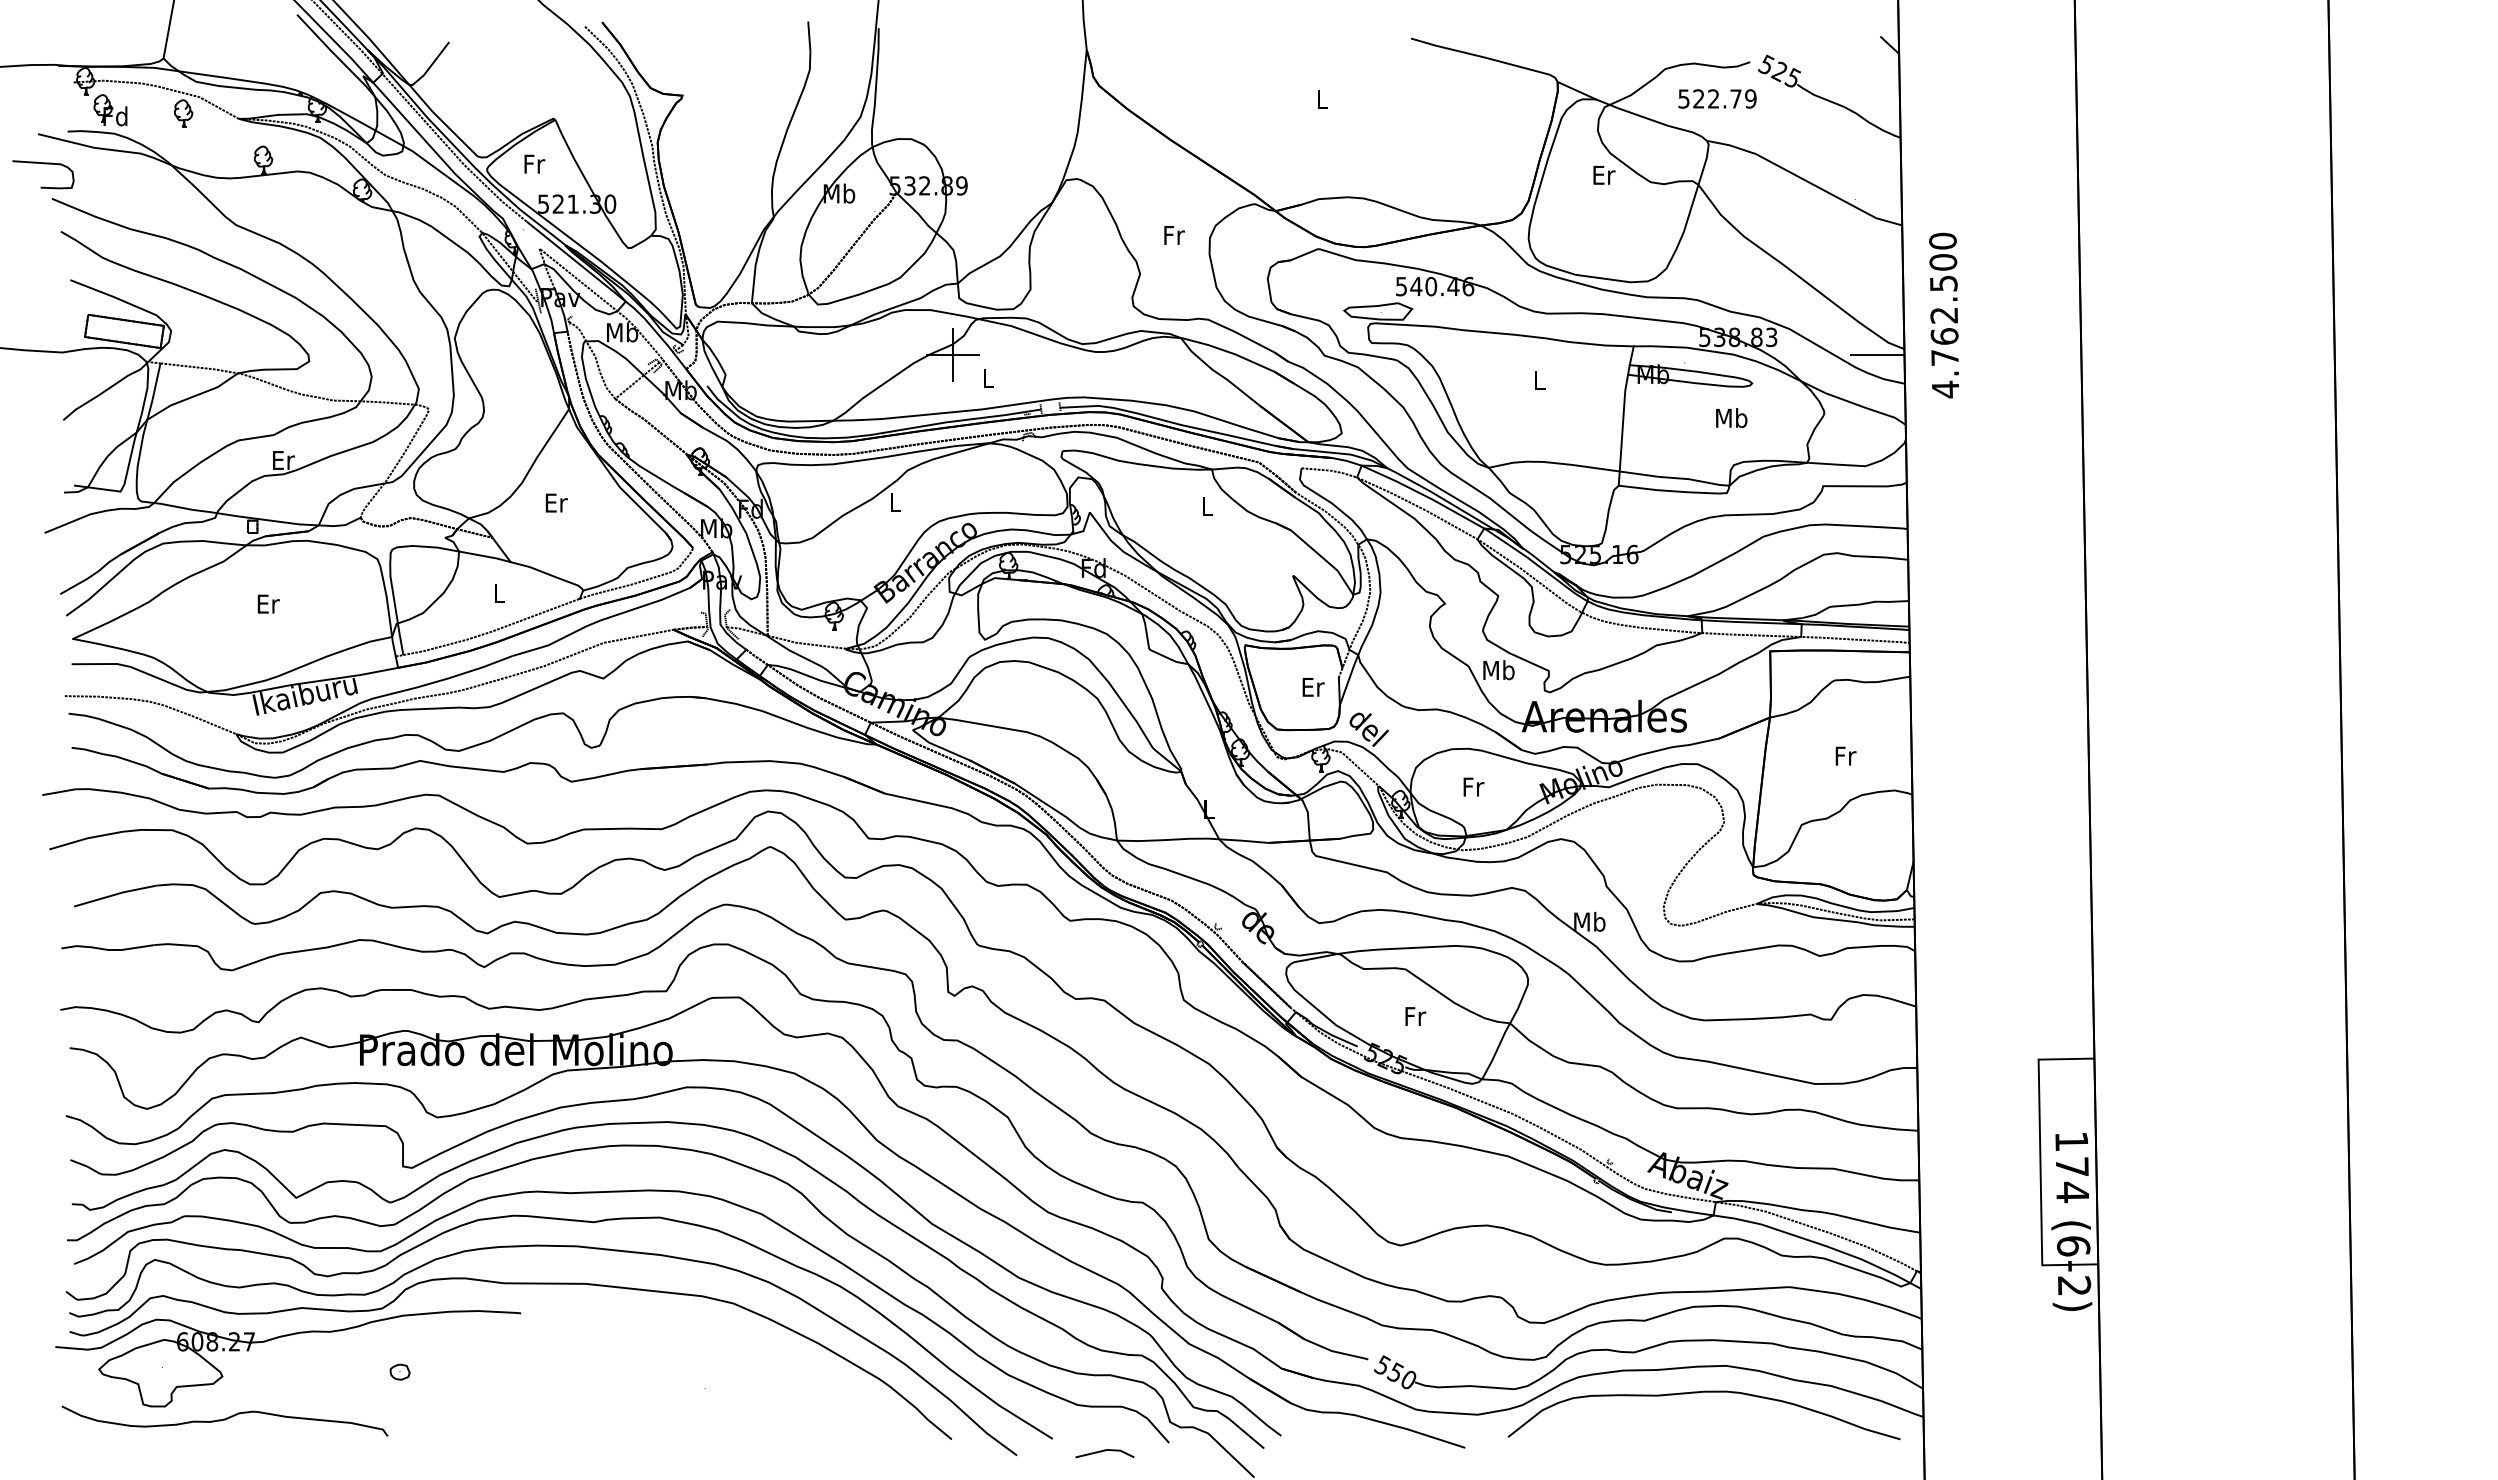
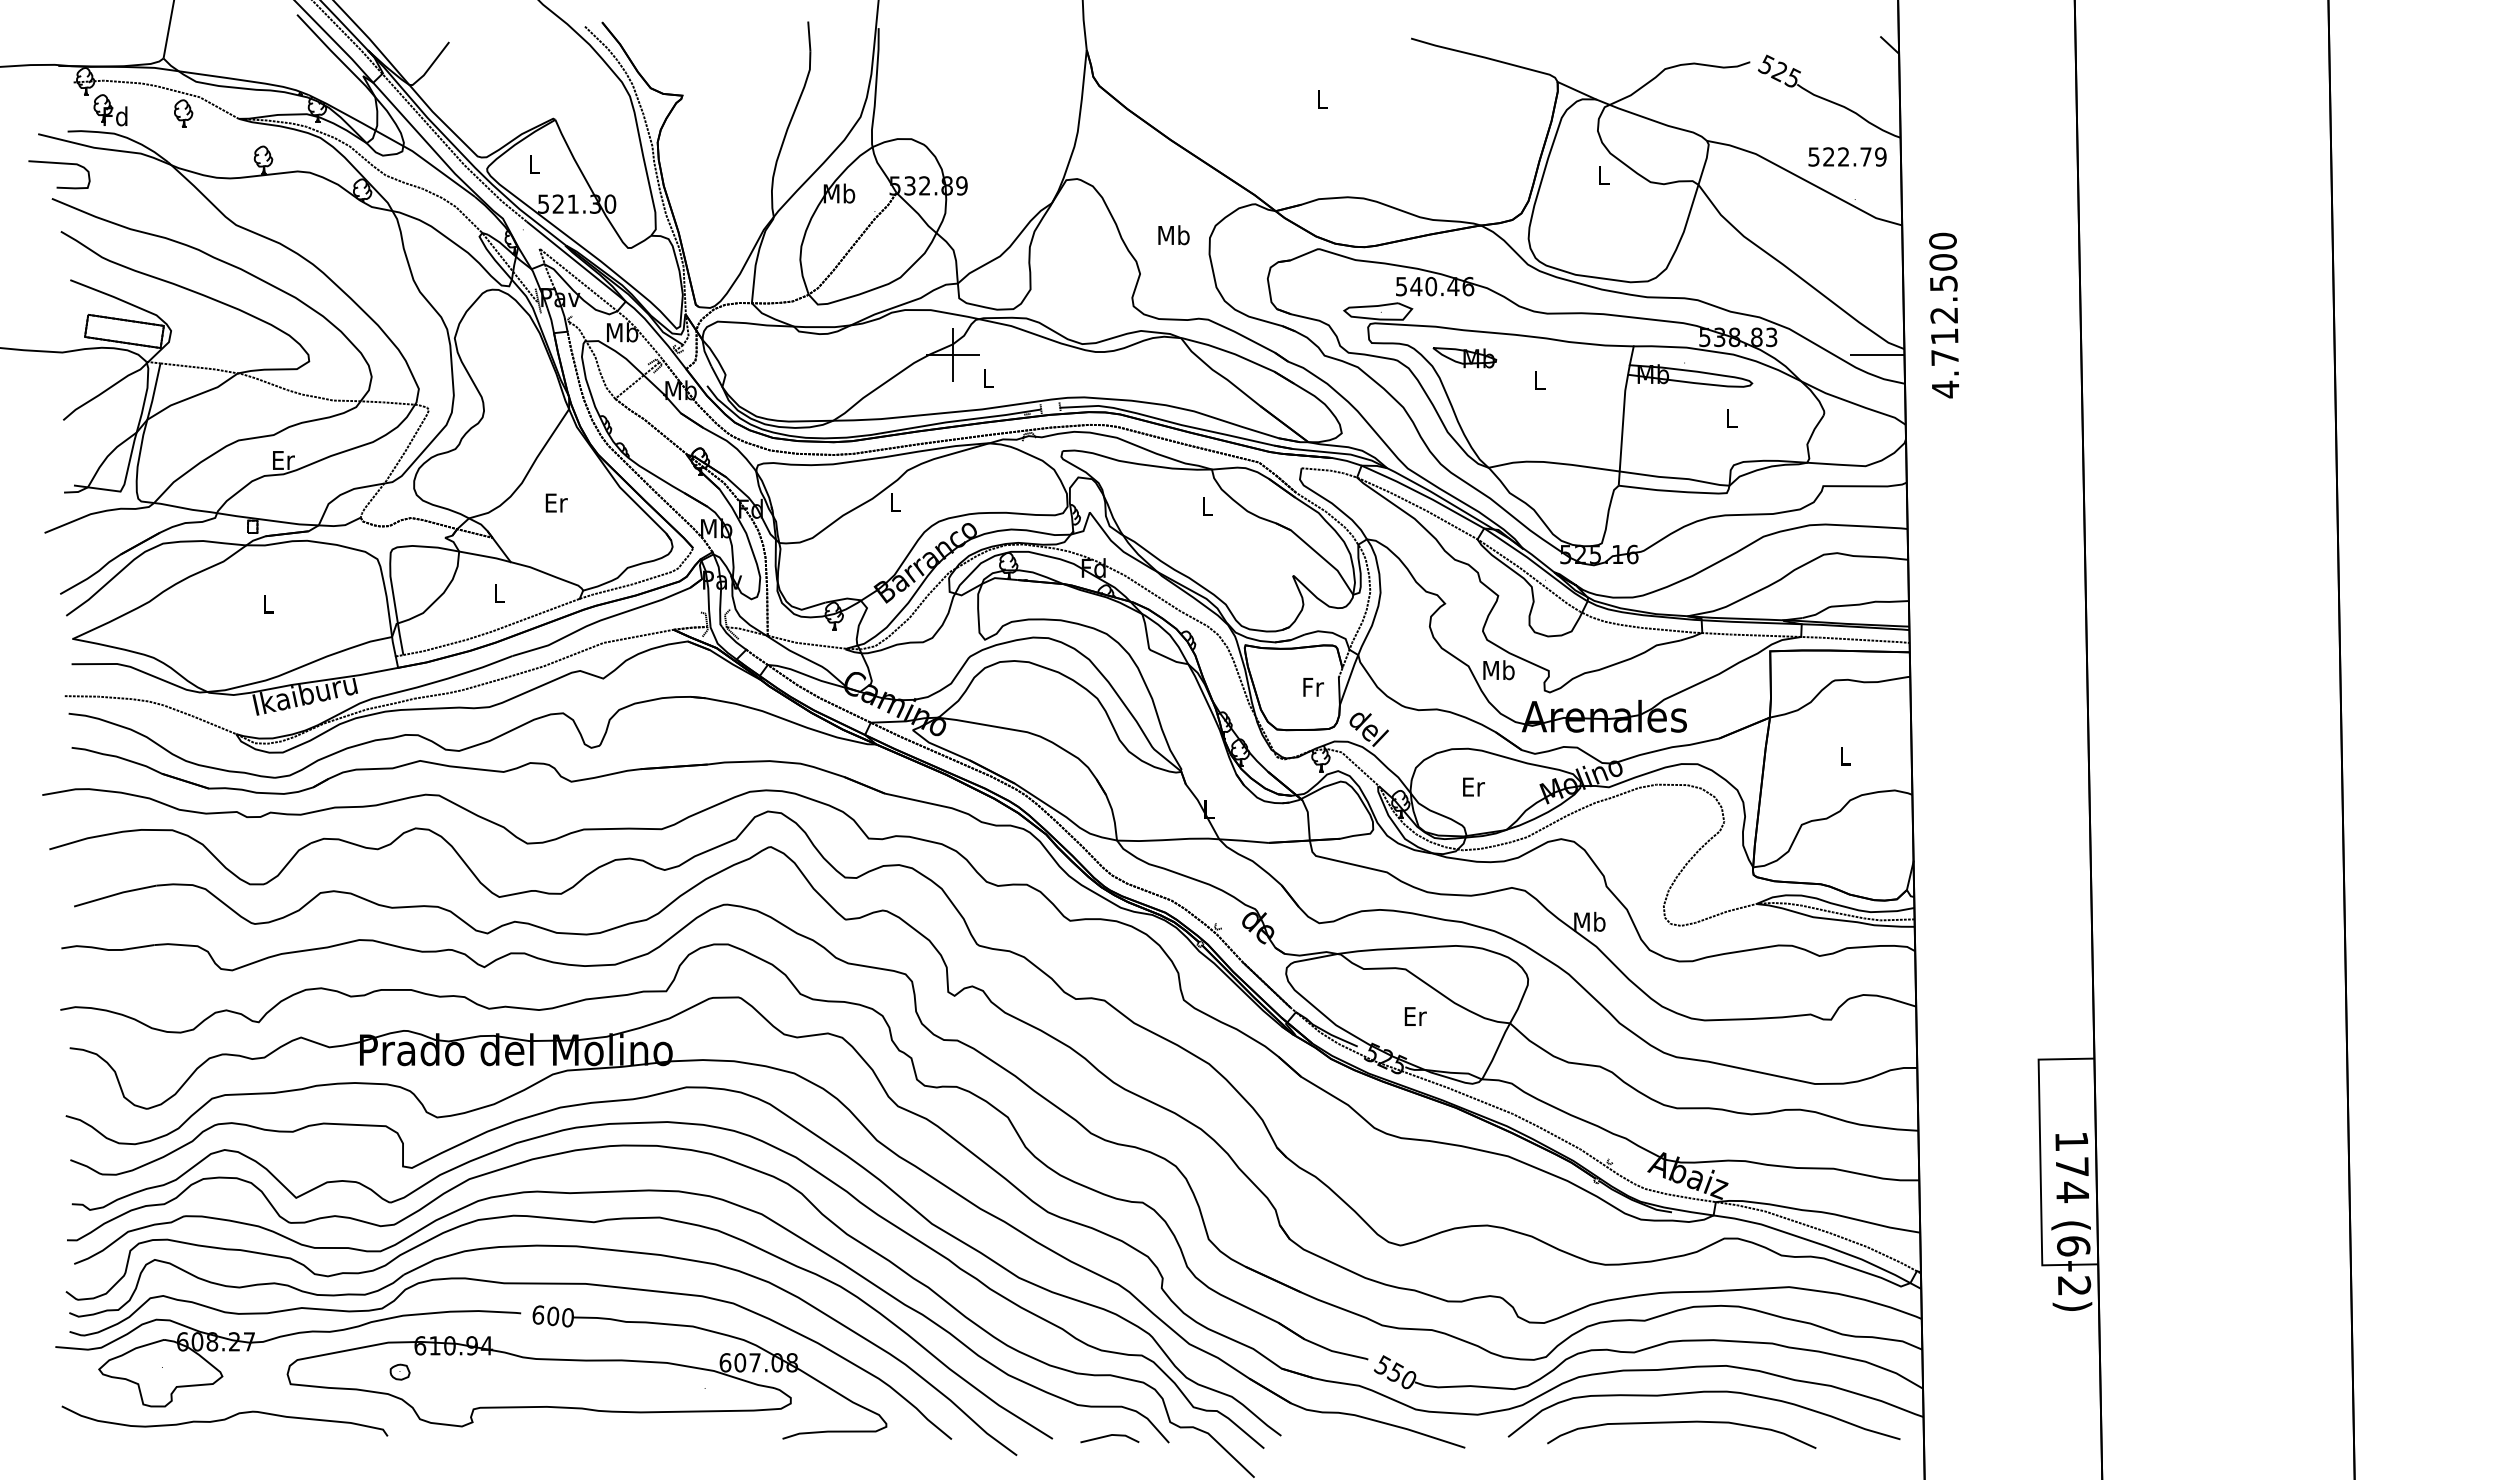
text at (1717, 98) position: (1717, 98) -> (1847, 156)
text at (534, 163): Fr -> L
curve at (43, 164) position: (43, 164) -> (59, 164)
text at (1604, 174): Er -> L
text at (1173, 235): Fr -> Mb
text at (1944, 336): 4.762.500 -> 4.712.500
part at (1464, 357): none -> present
text at (1731, 418): Mb -> L
text at (268, 603): Er -> L
text at (1313, 687): Er -> Fr
text at (1845, 755): Fr -> L
text at (1473, 786): Fr -> Er
text at (1415, 1016): Fr -> Er
part at (586, 1372): none -> present
curve at (1677, 1423): none -> present
line at (1104, 1451) position: (1104, 1451) -> (1109, 1436)
